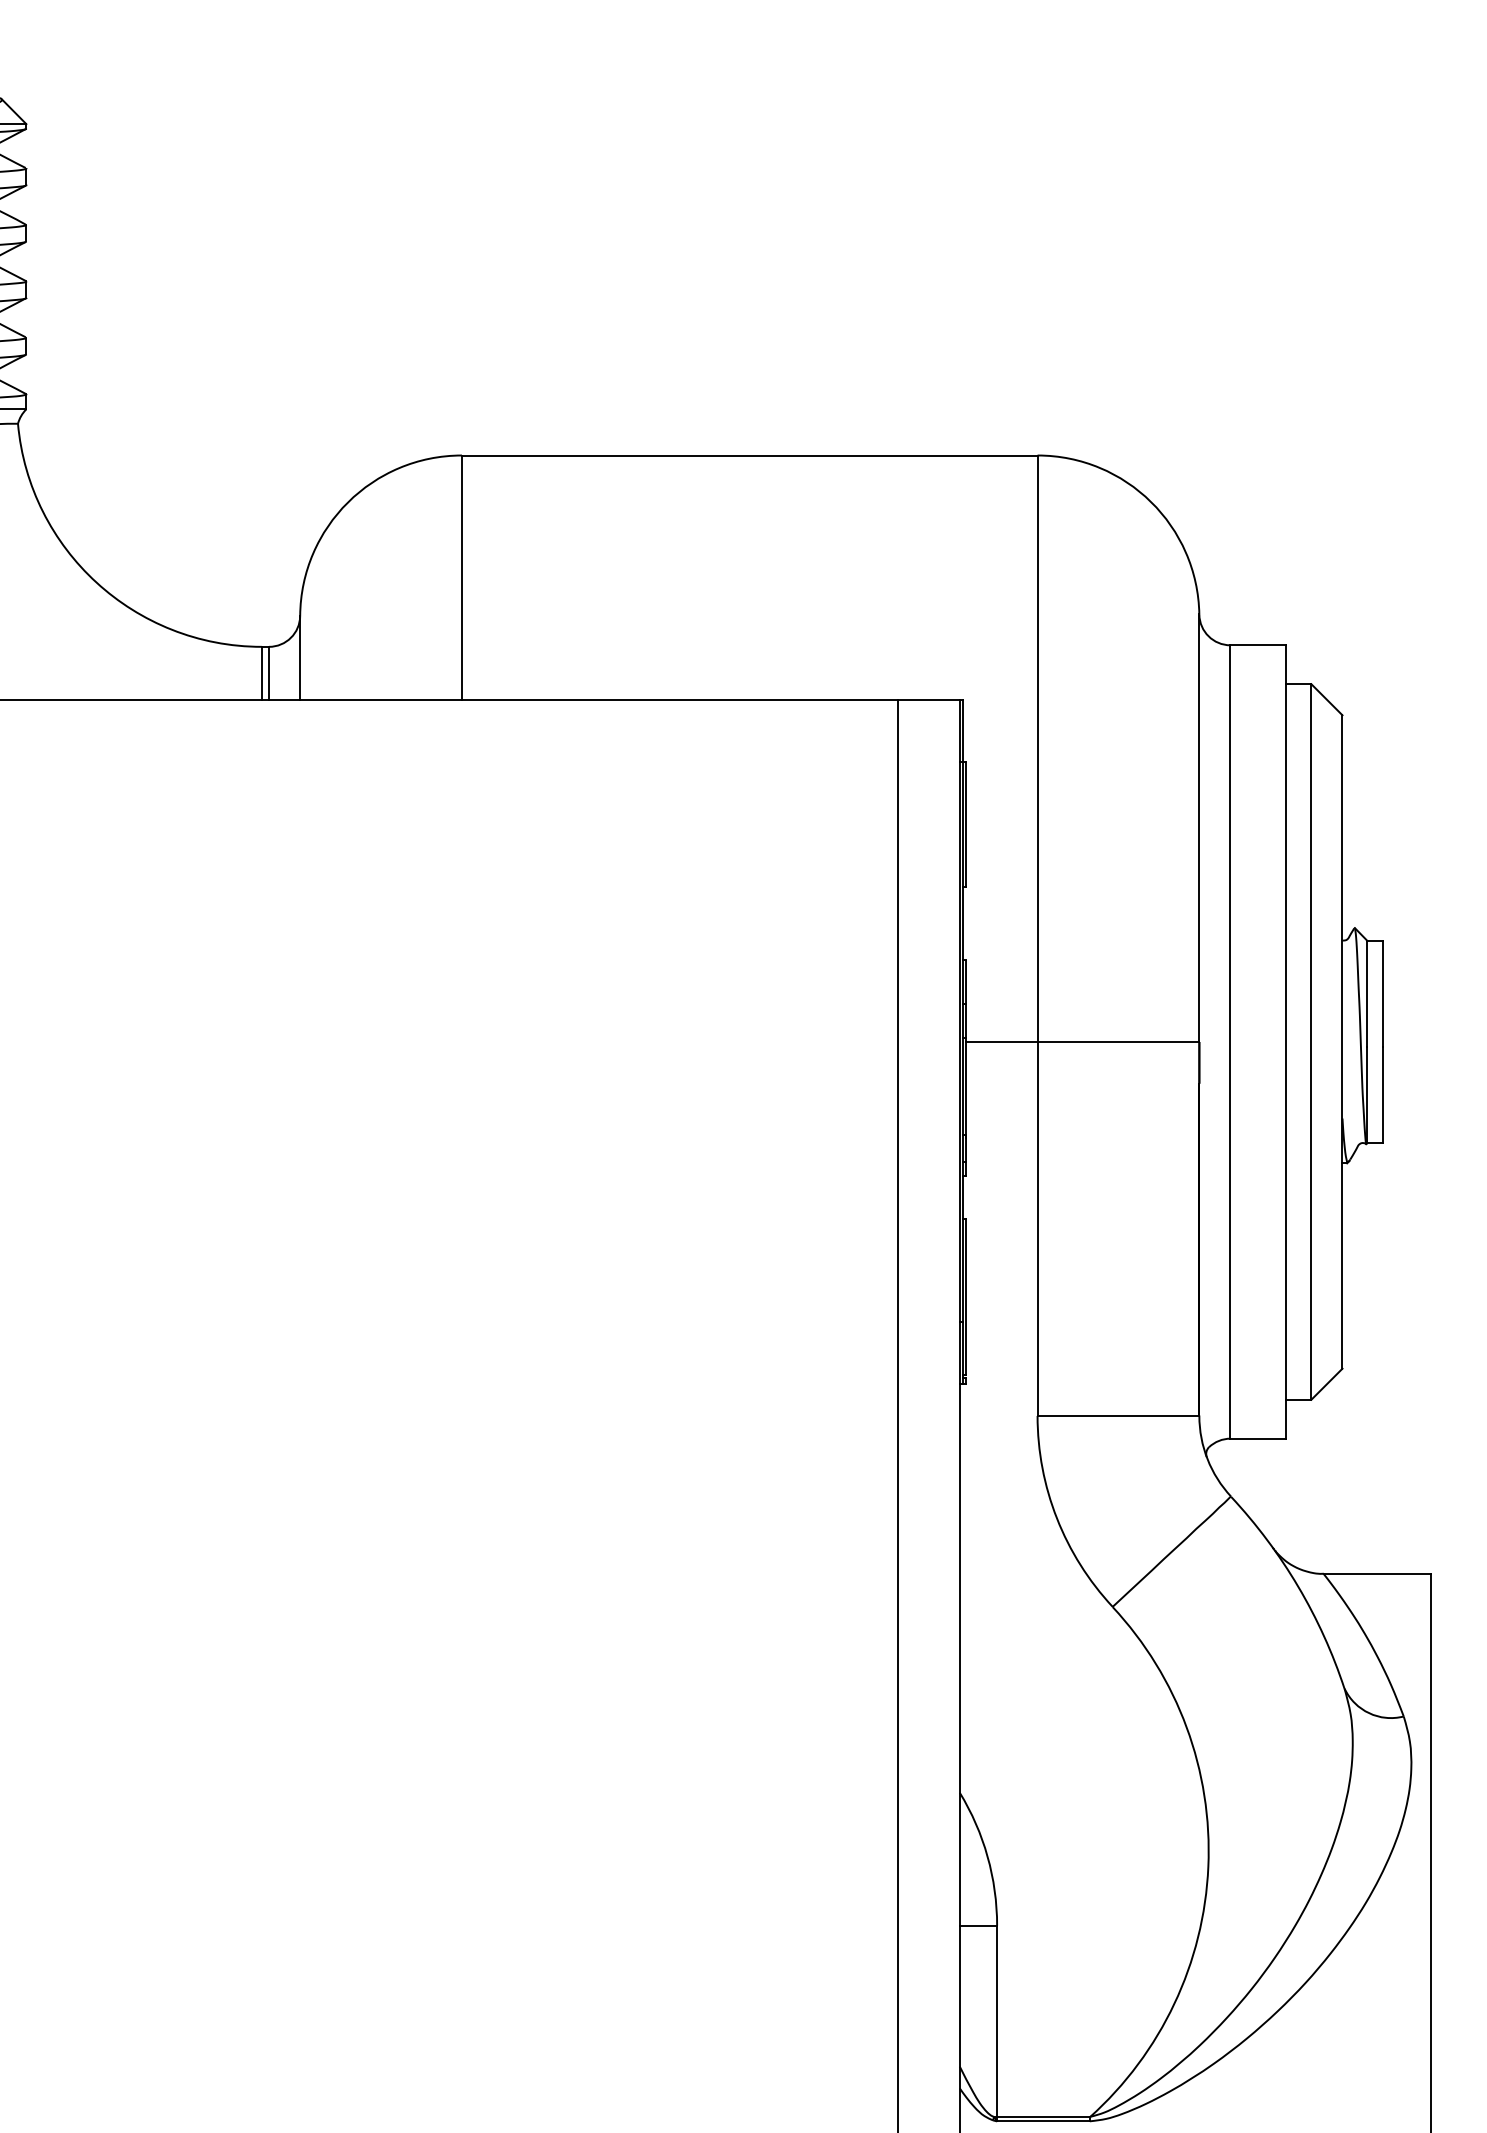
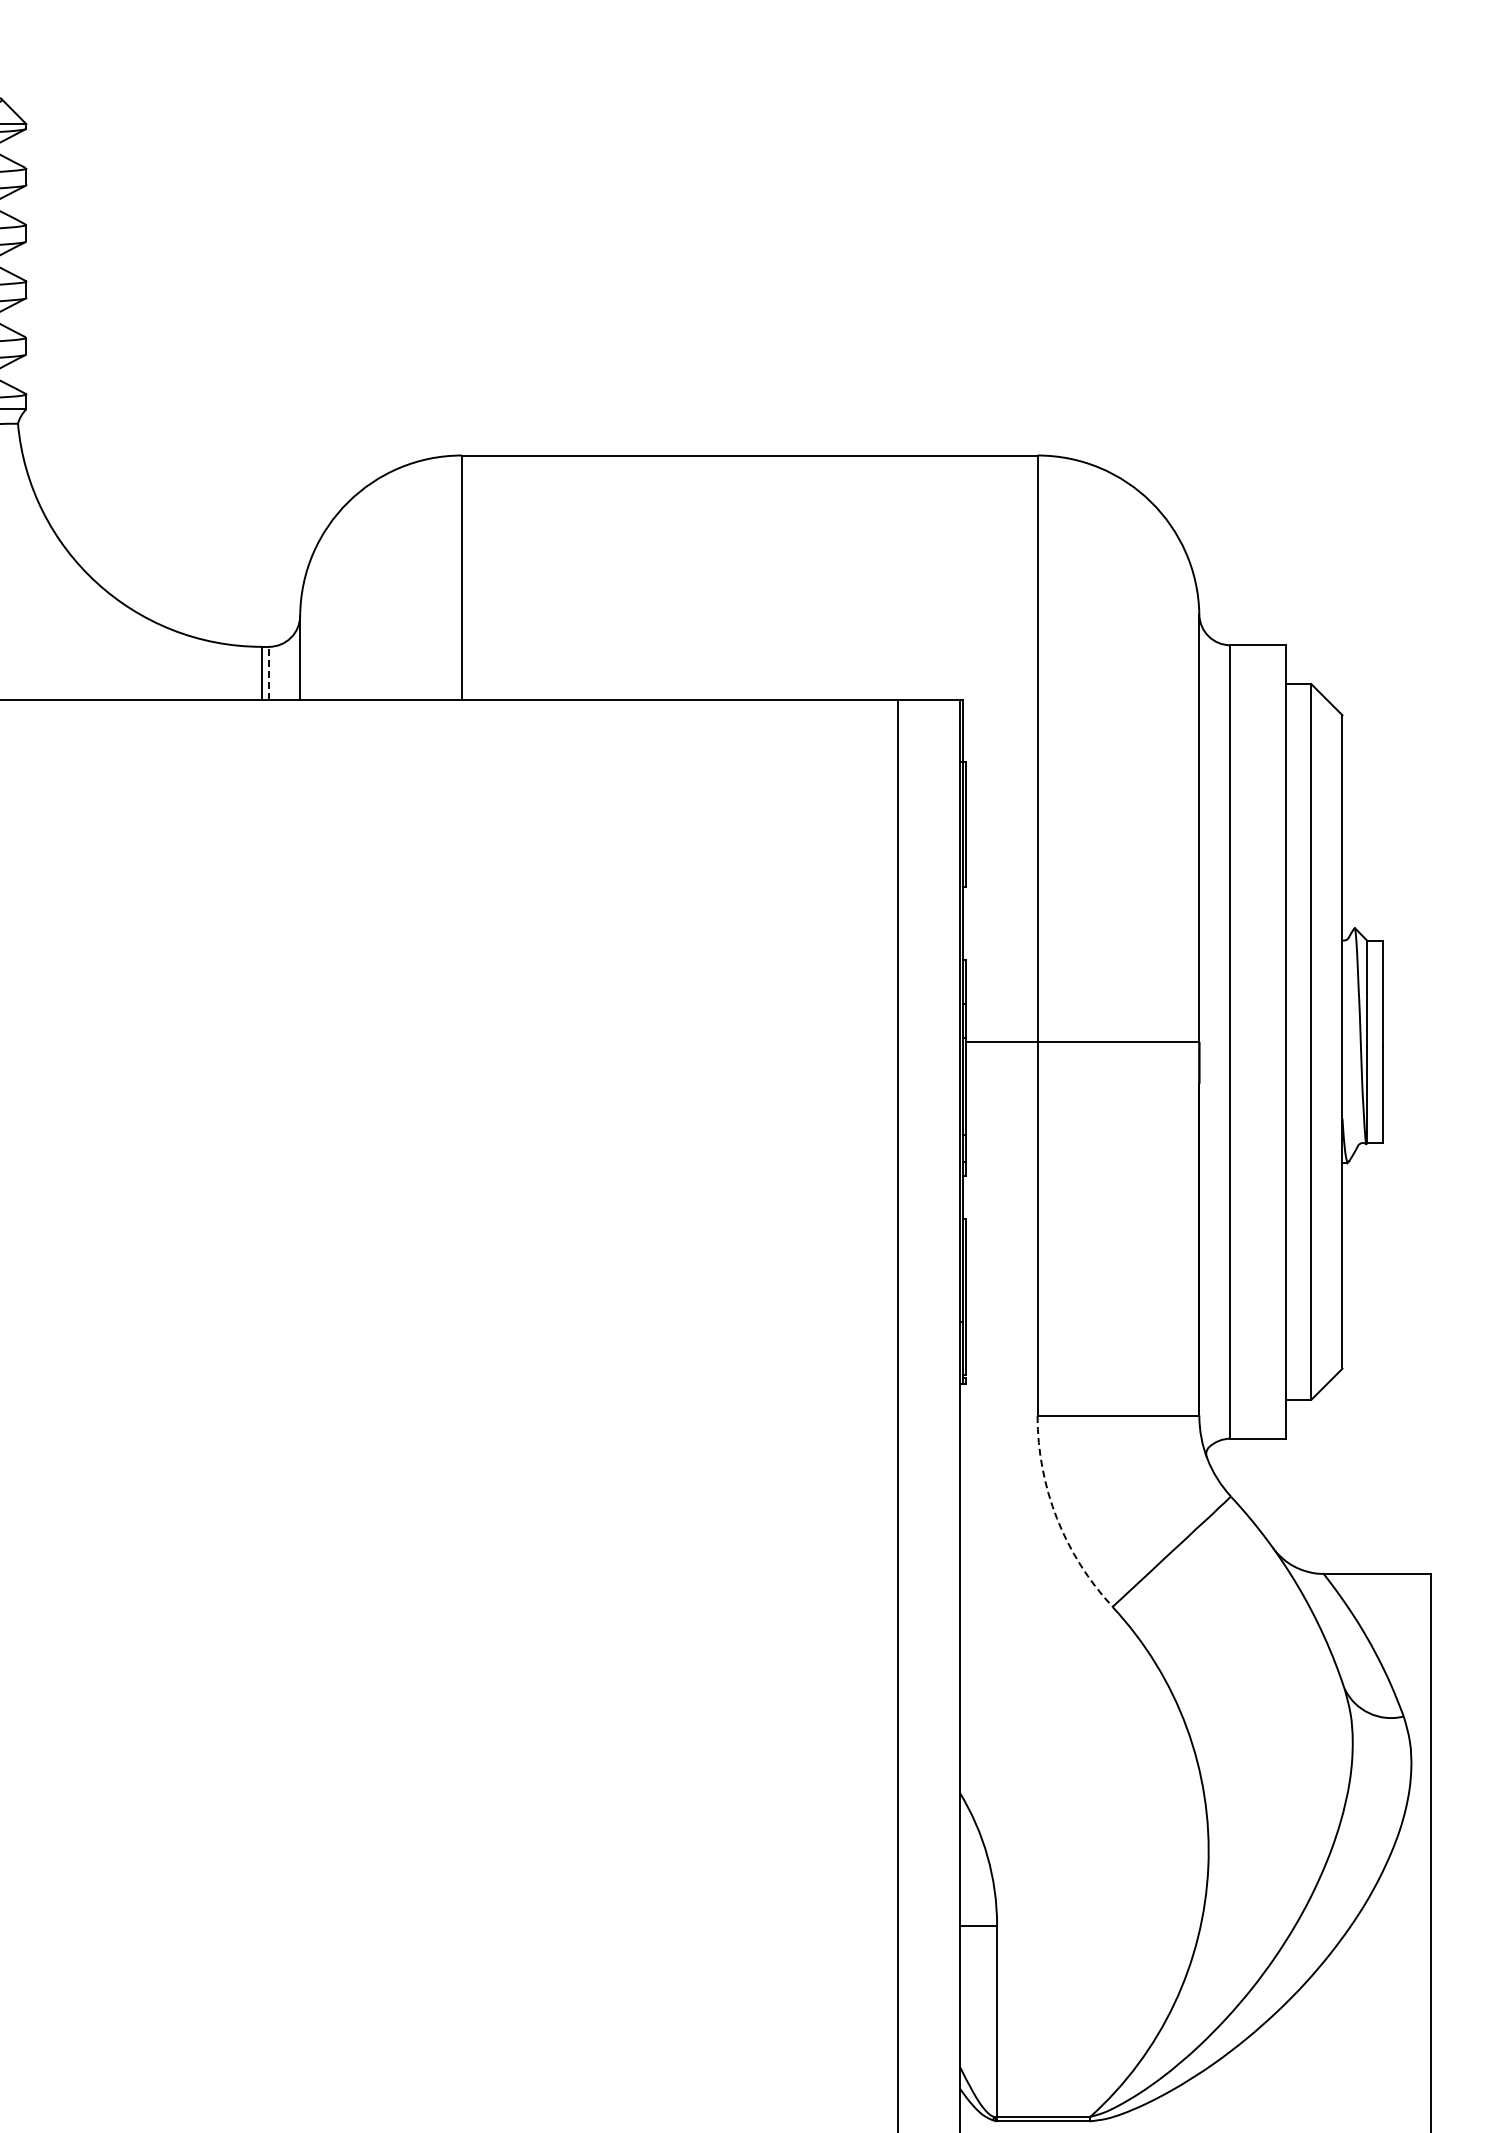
line at (269, 672): solid -> dashed
arc at (1057, 1518): solid -> dashed
